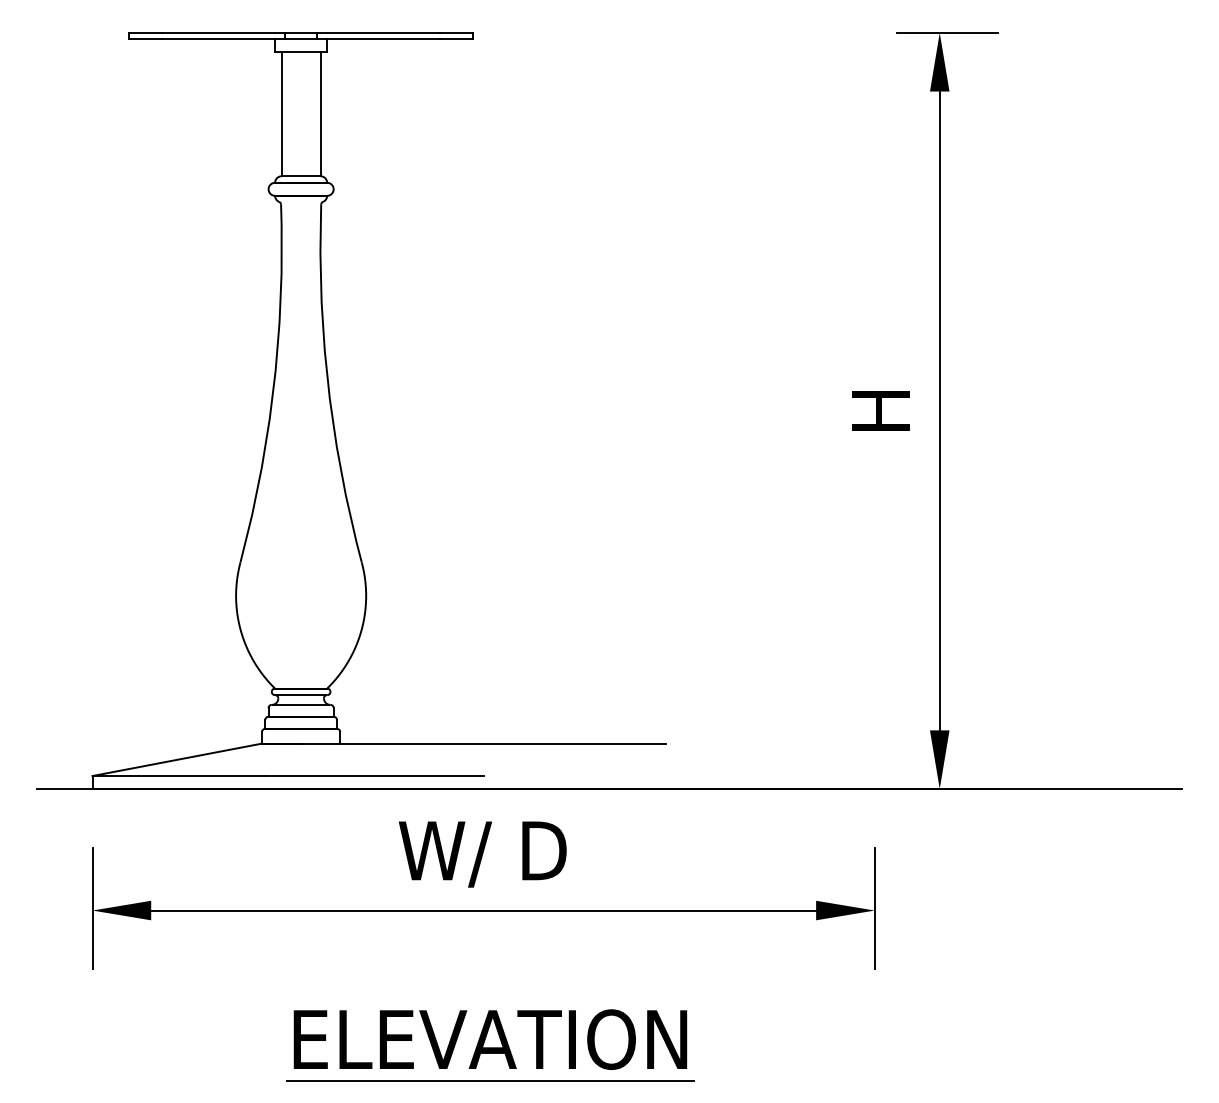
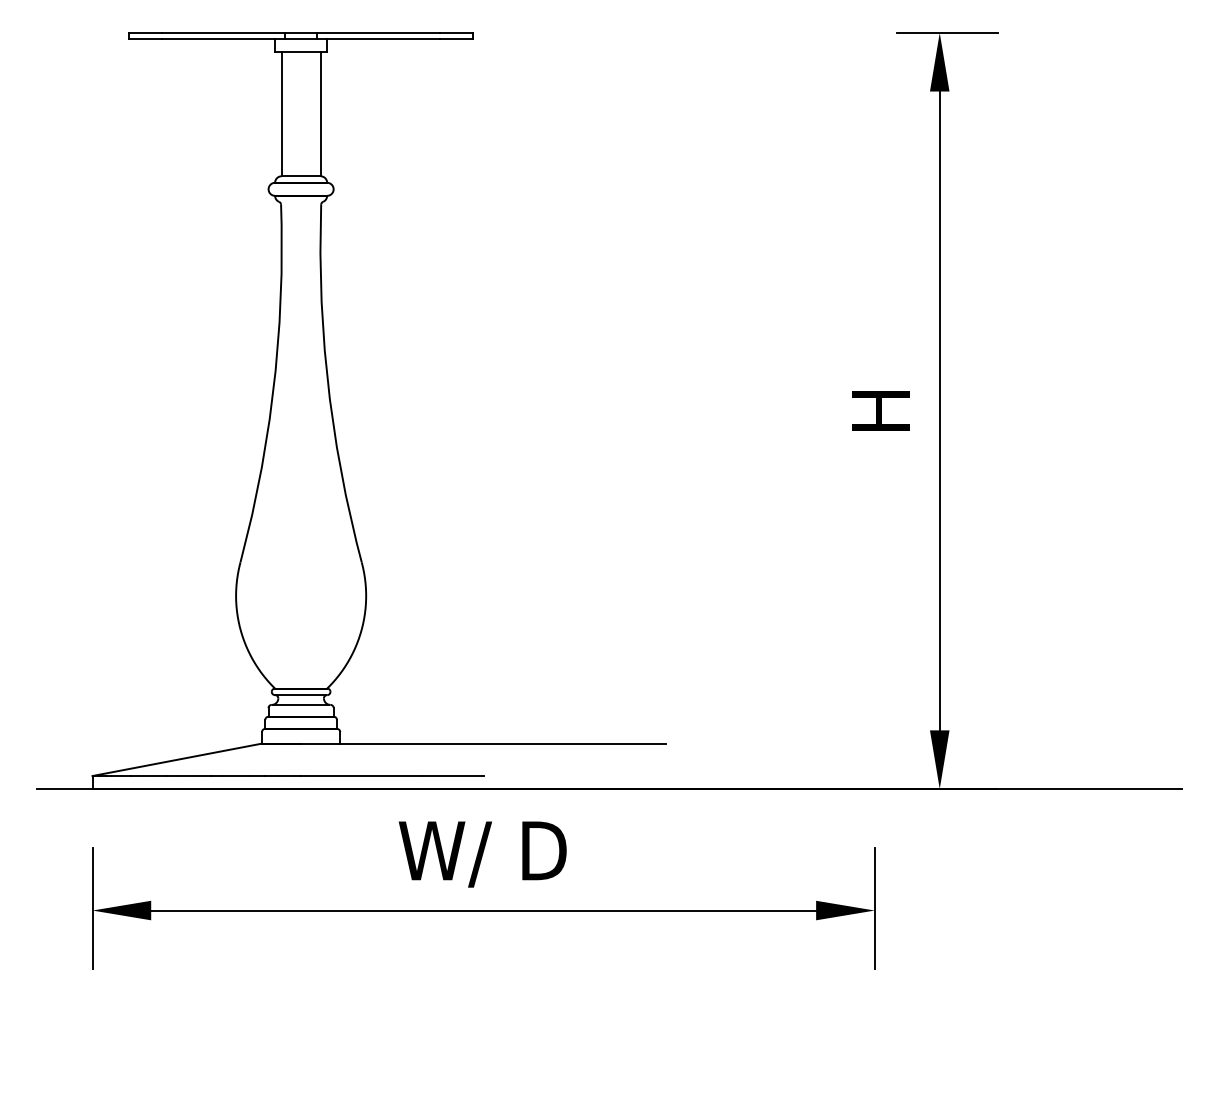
part at (490, 1045): present -> none
